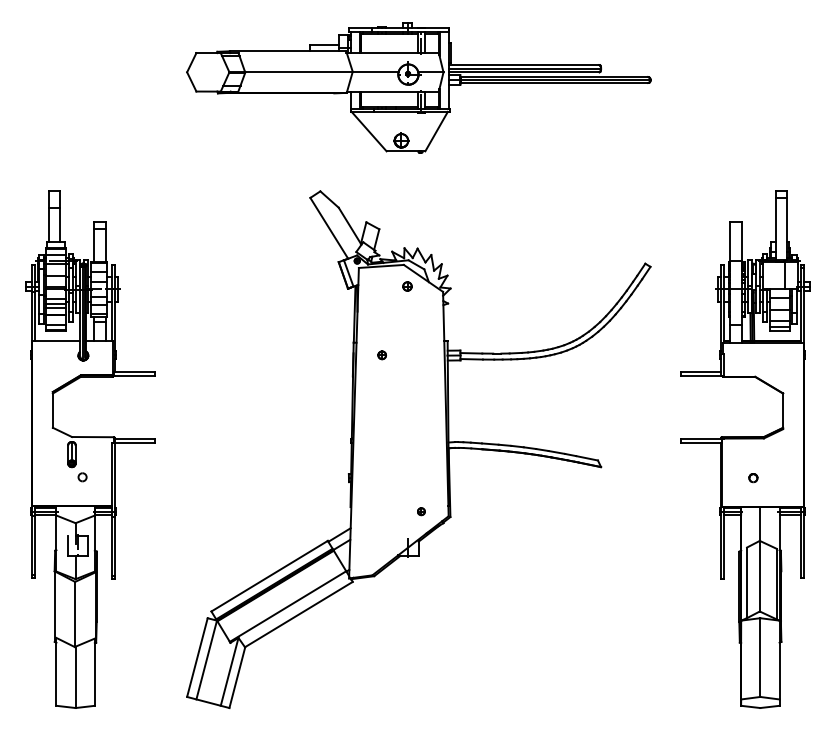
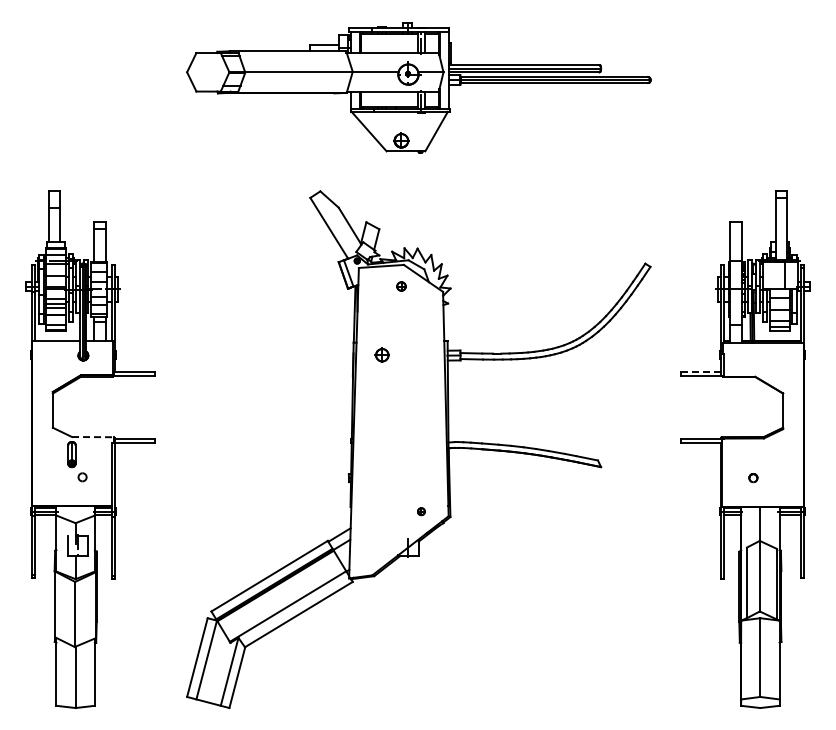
part at (407, 286) position: (407, 286) -> (401, 286)
part at (381, 355) size: 10x11 px -> 16x16 px
line at (701, 371): solid -> dashed
line at (93, 437): solid -> dashed
